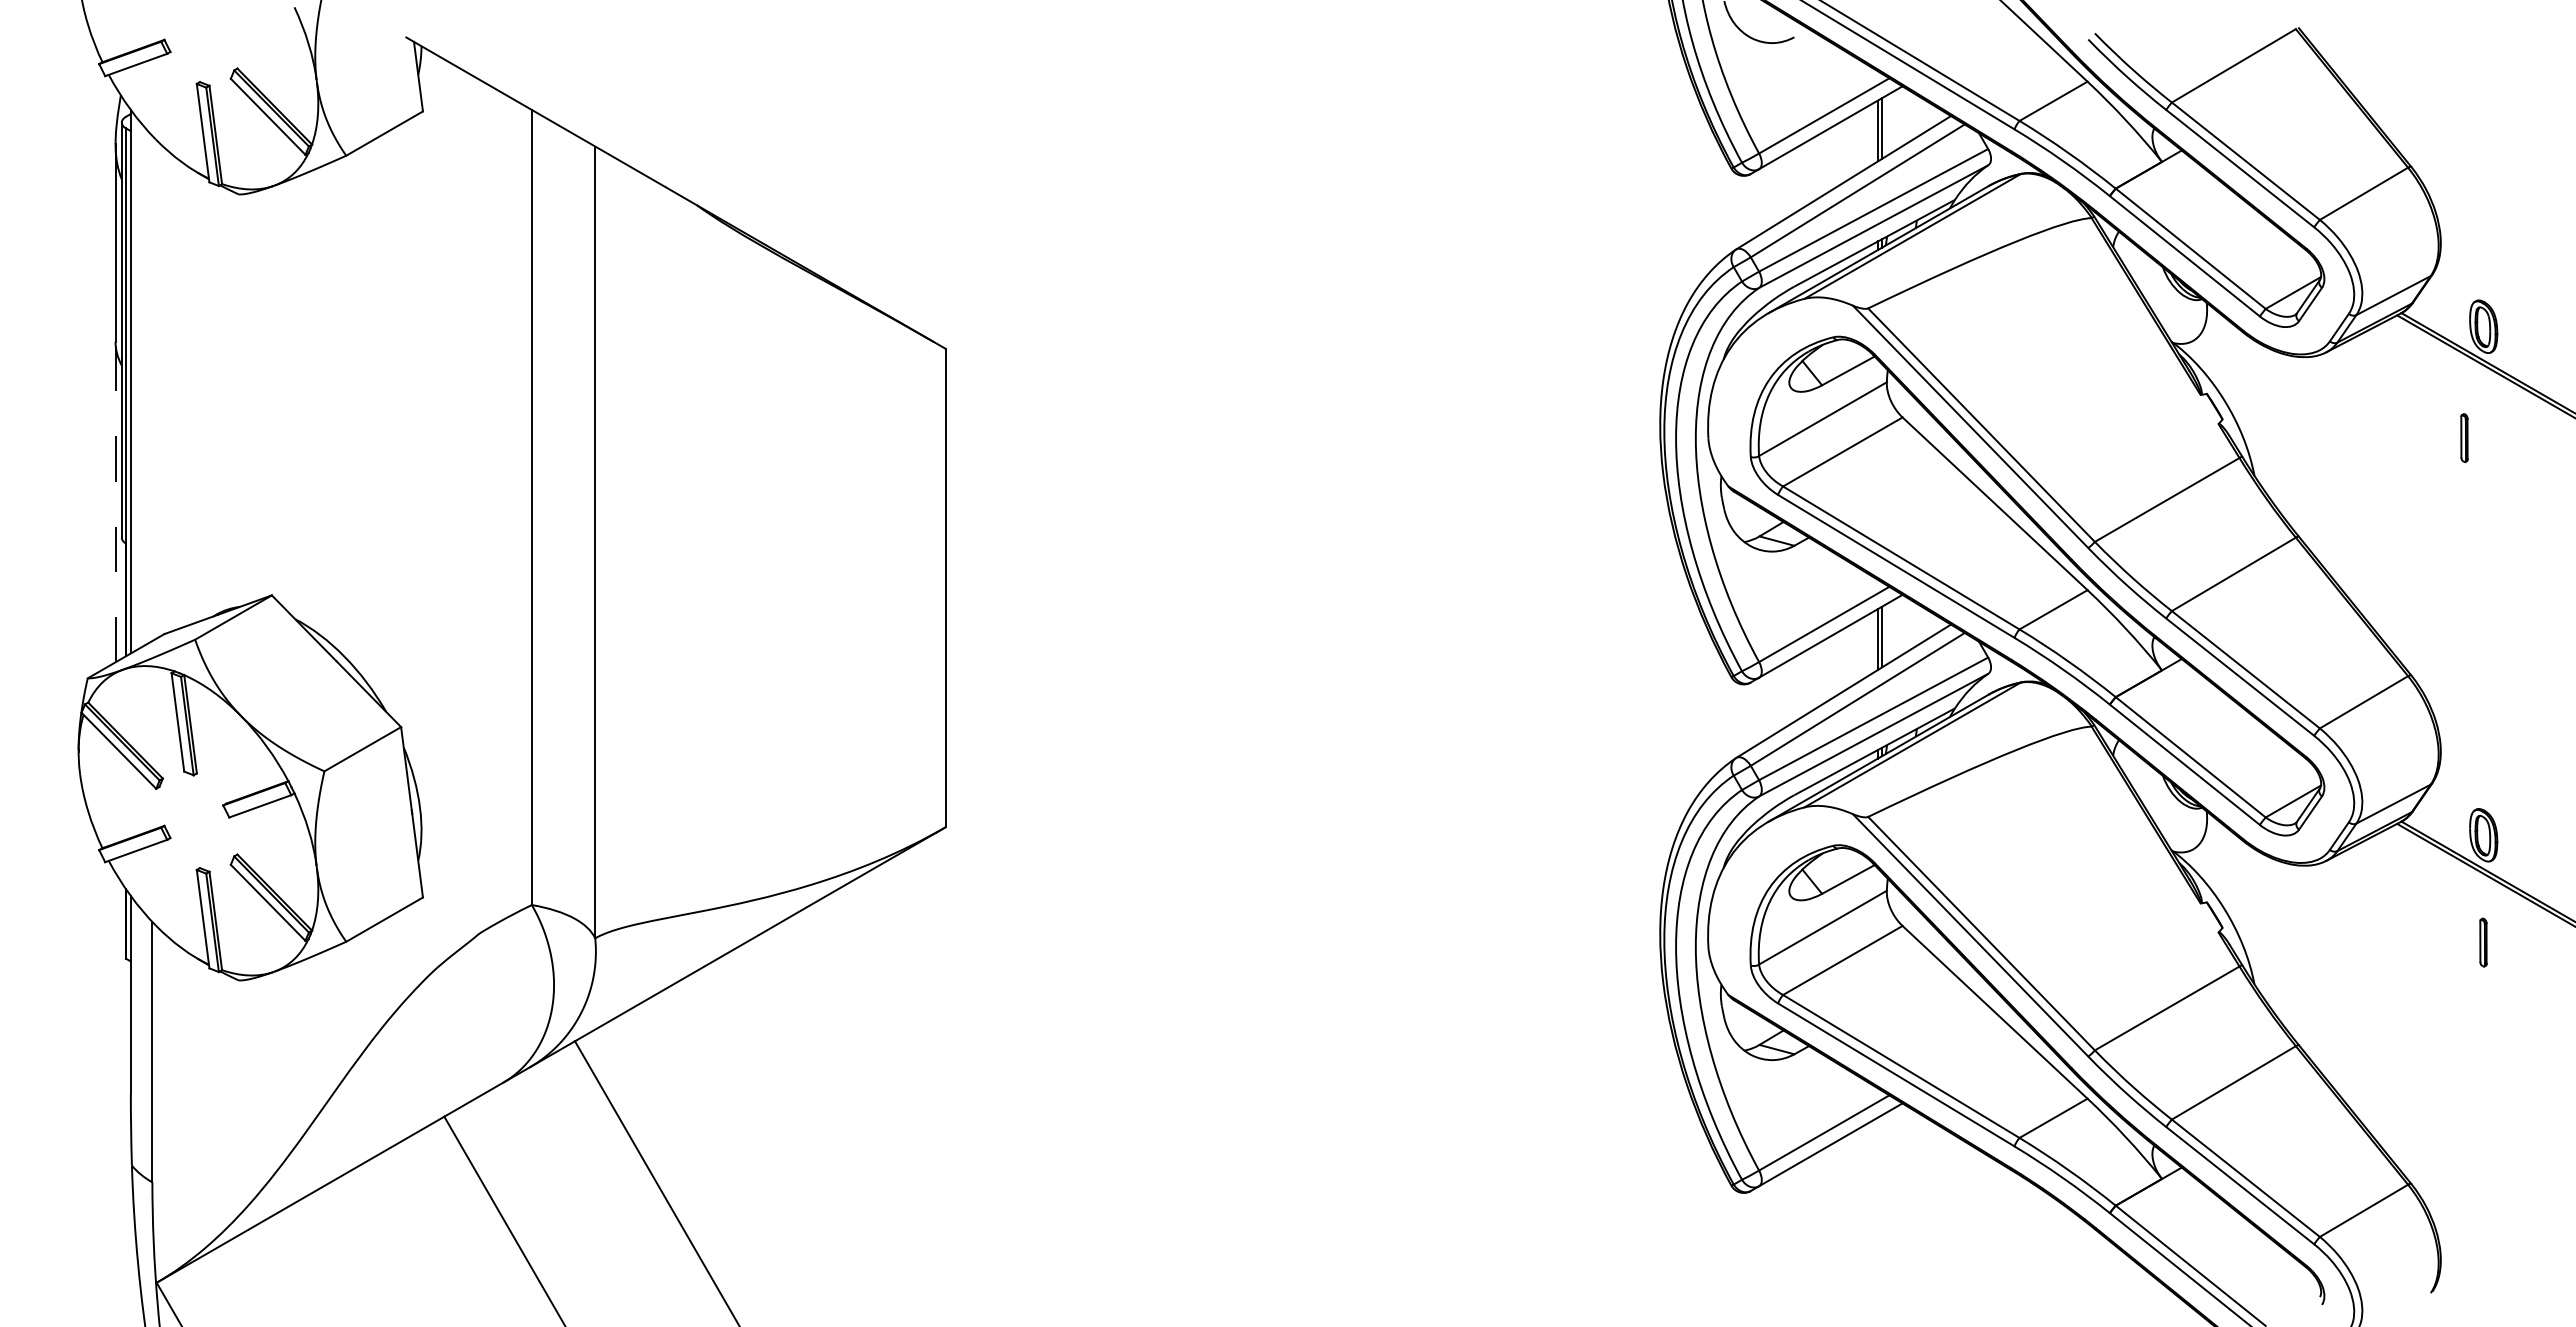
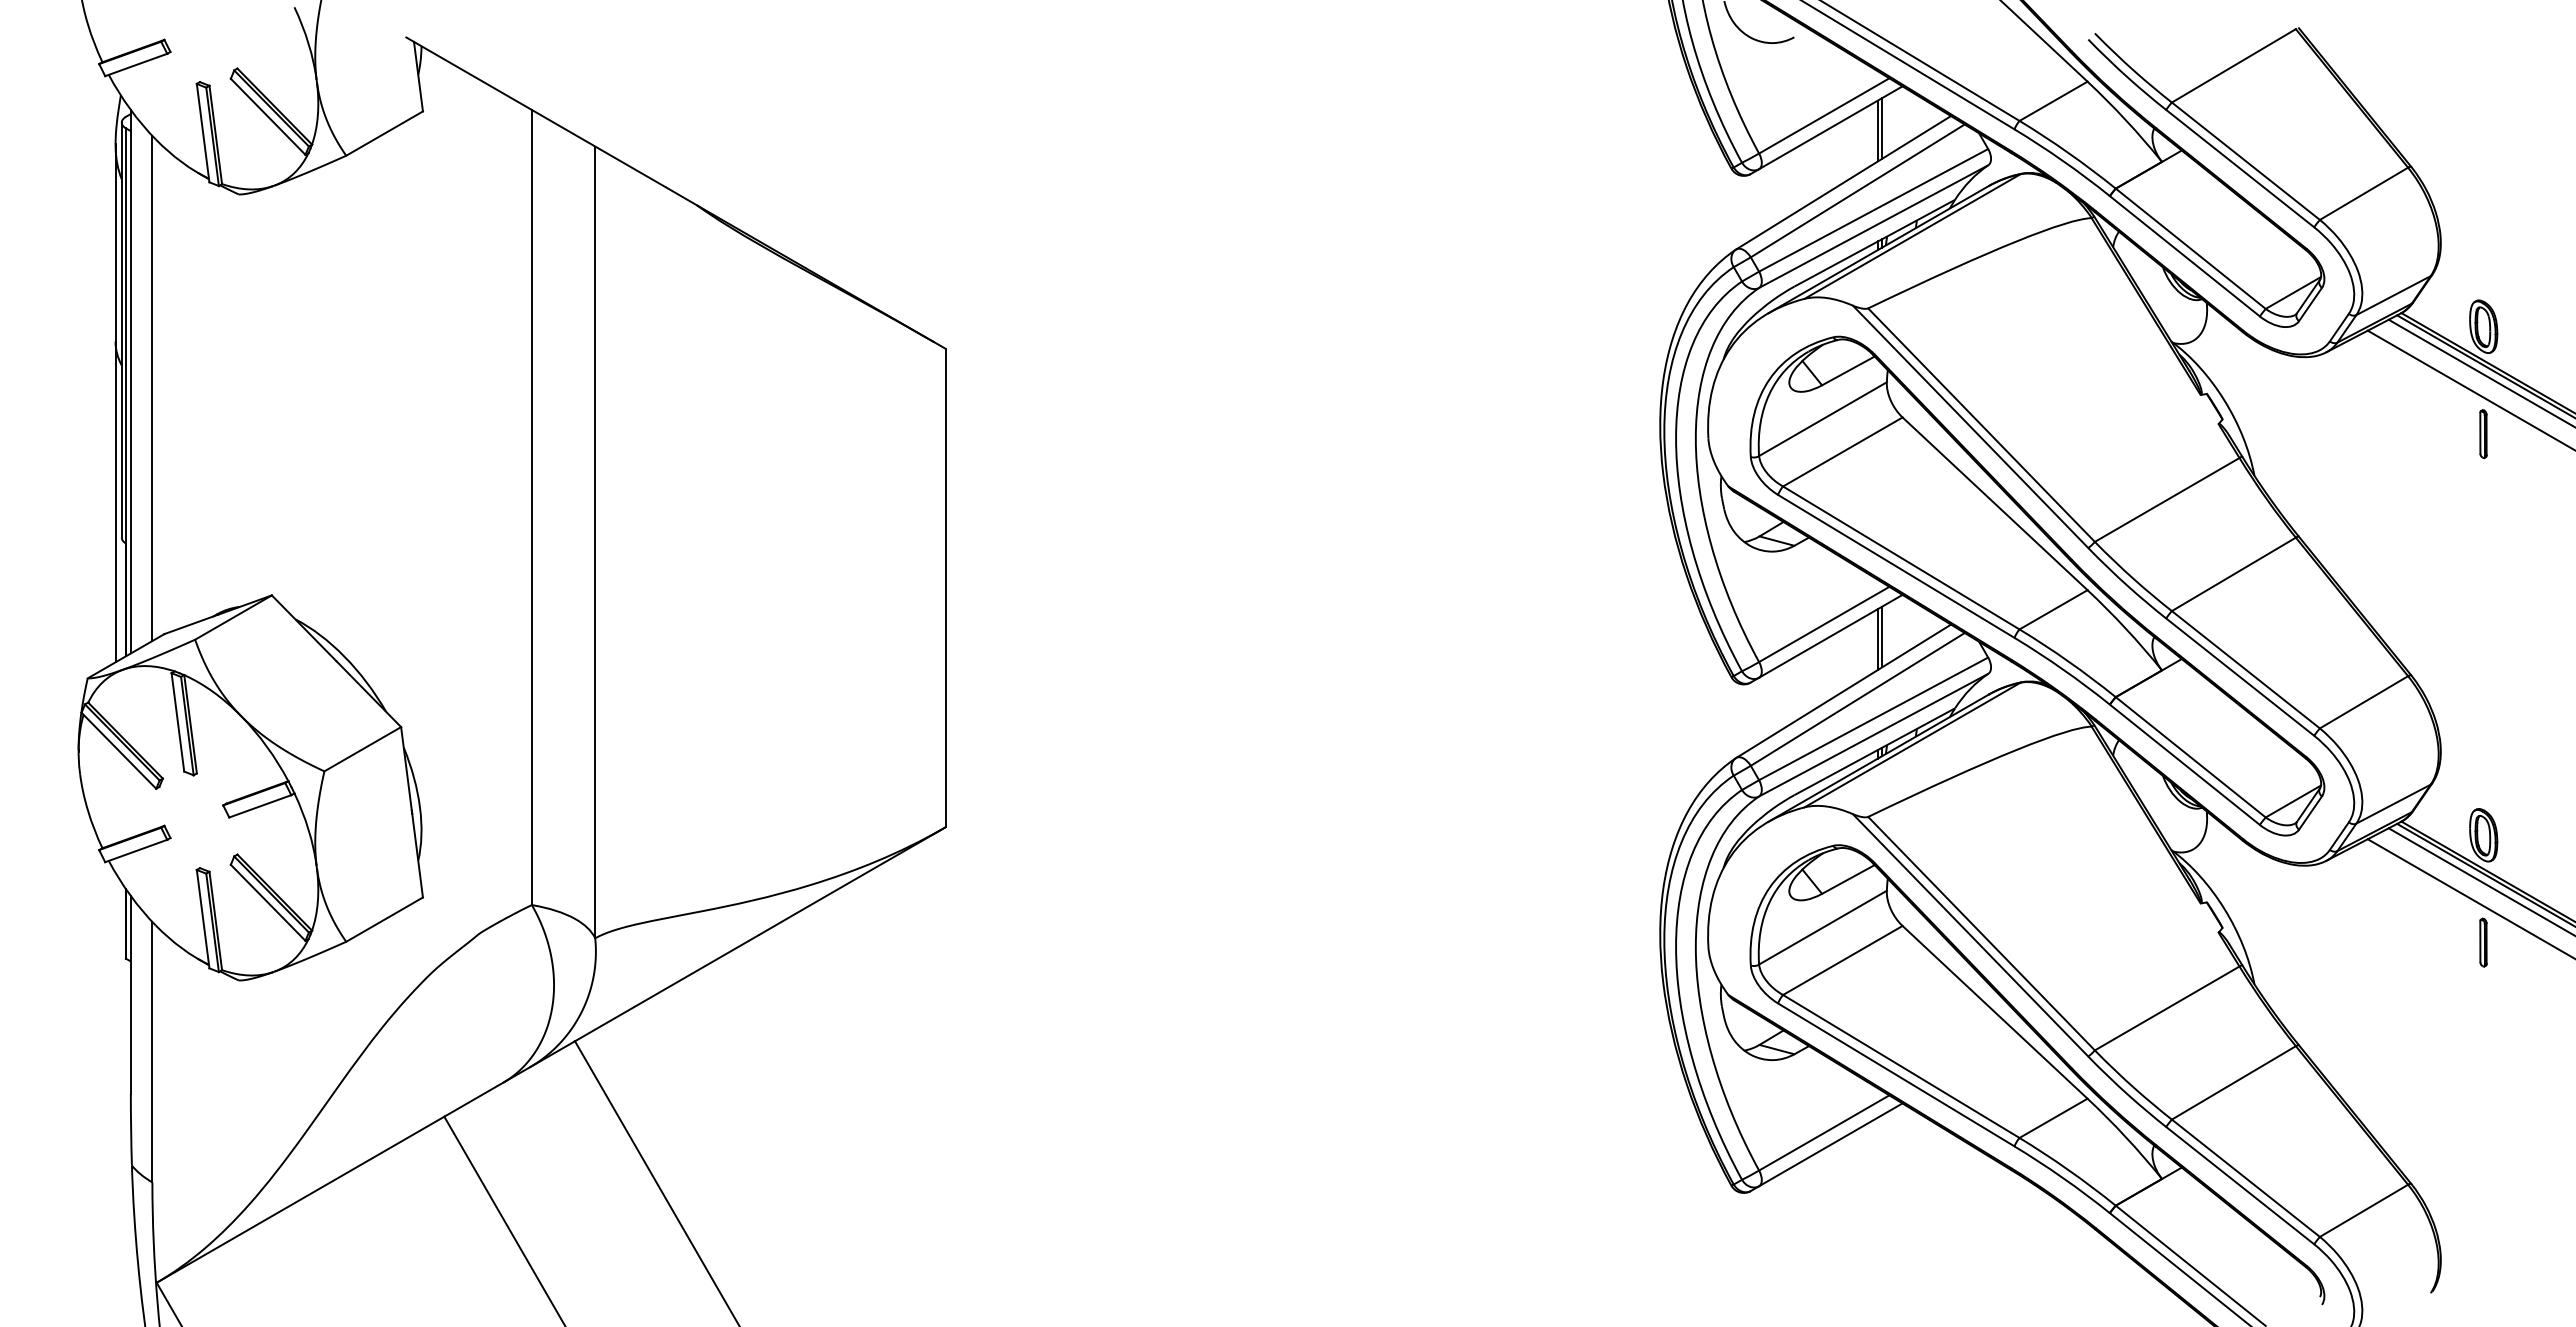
line at (2480, 372): none -> present
line at (152, 388): none -> present
line at (2469, 389): none -> present
part at (2464, 437) position: (2464, 437) -> (2483, 433)
line at (115, 501): dashed -> solid
line at (2480, 881): none -> present
line at (2469, 898): none -> present
